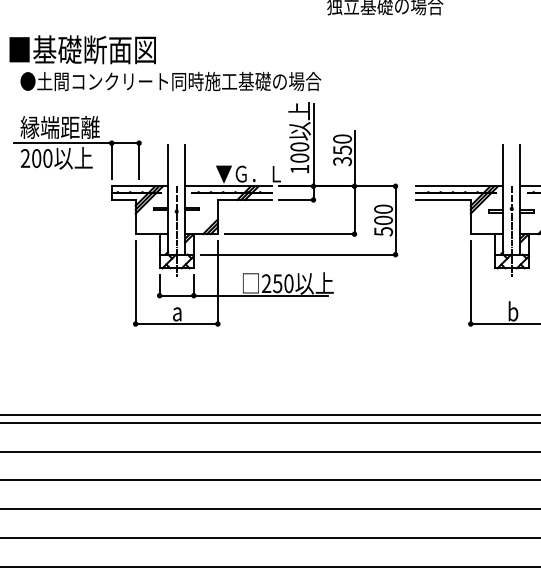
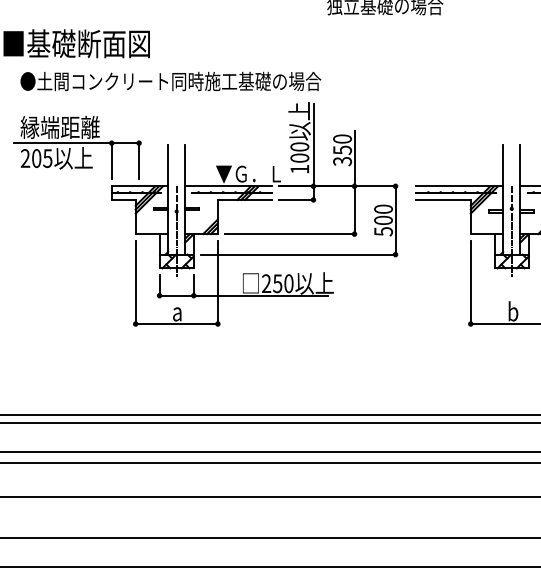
text at (82, 49) position: (82, 49) -> (76, 43)
text at (47, 158): 200 -> 205
line at (269, 480) position: (269, 480) -> (269, 463)
line at (269, 509) position: (269, 509) -> (269, 497)
